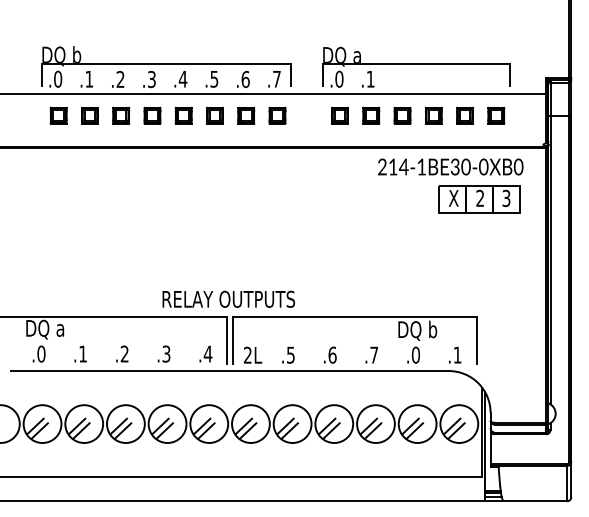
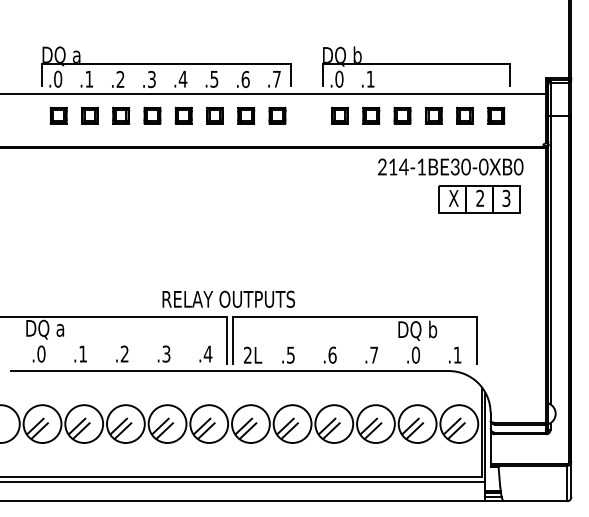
text at (61, 55): DQ b -> DQ a
text at (342, 56): DQ a -> DQ b
line at (243, 482): none -> present
